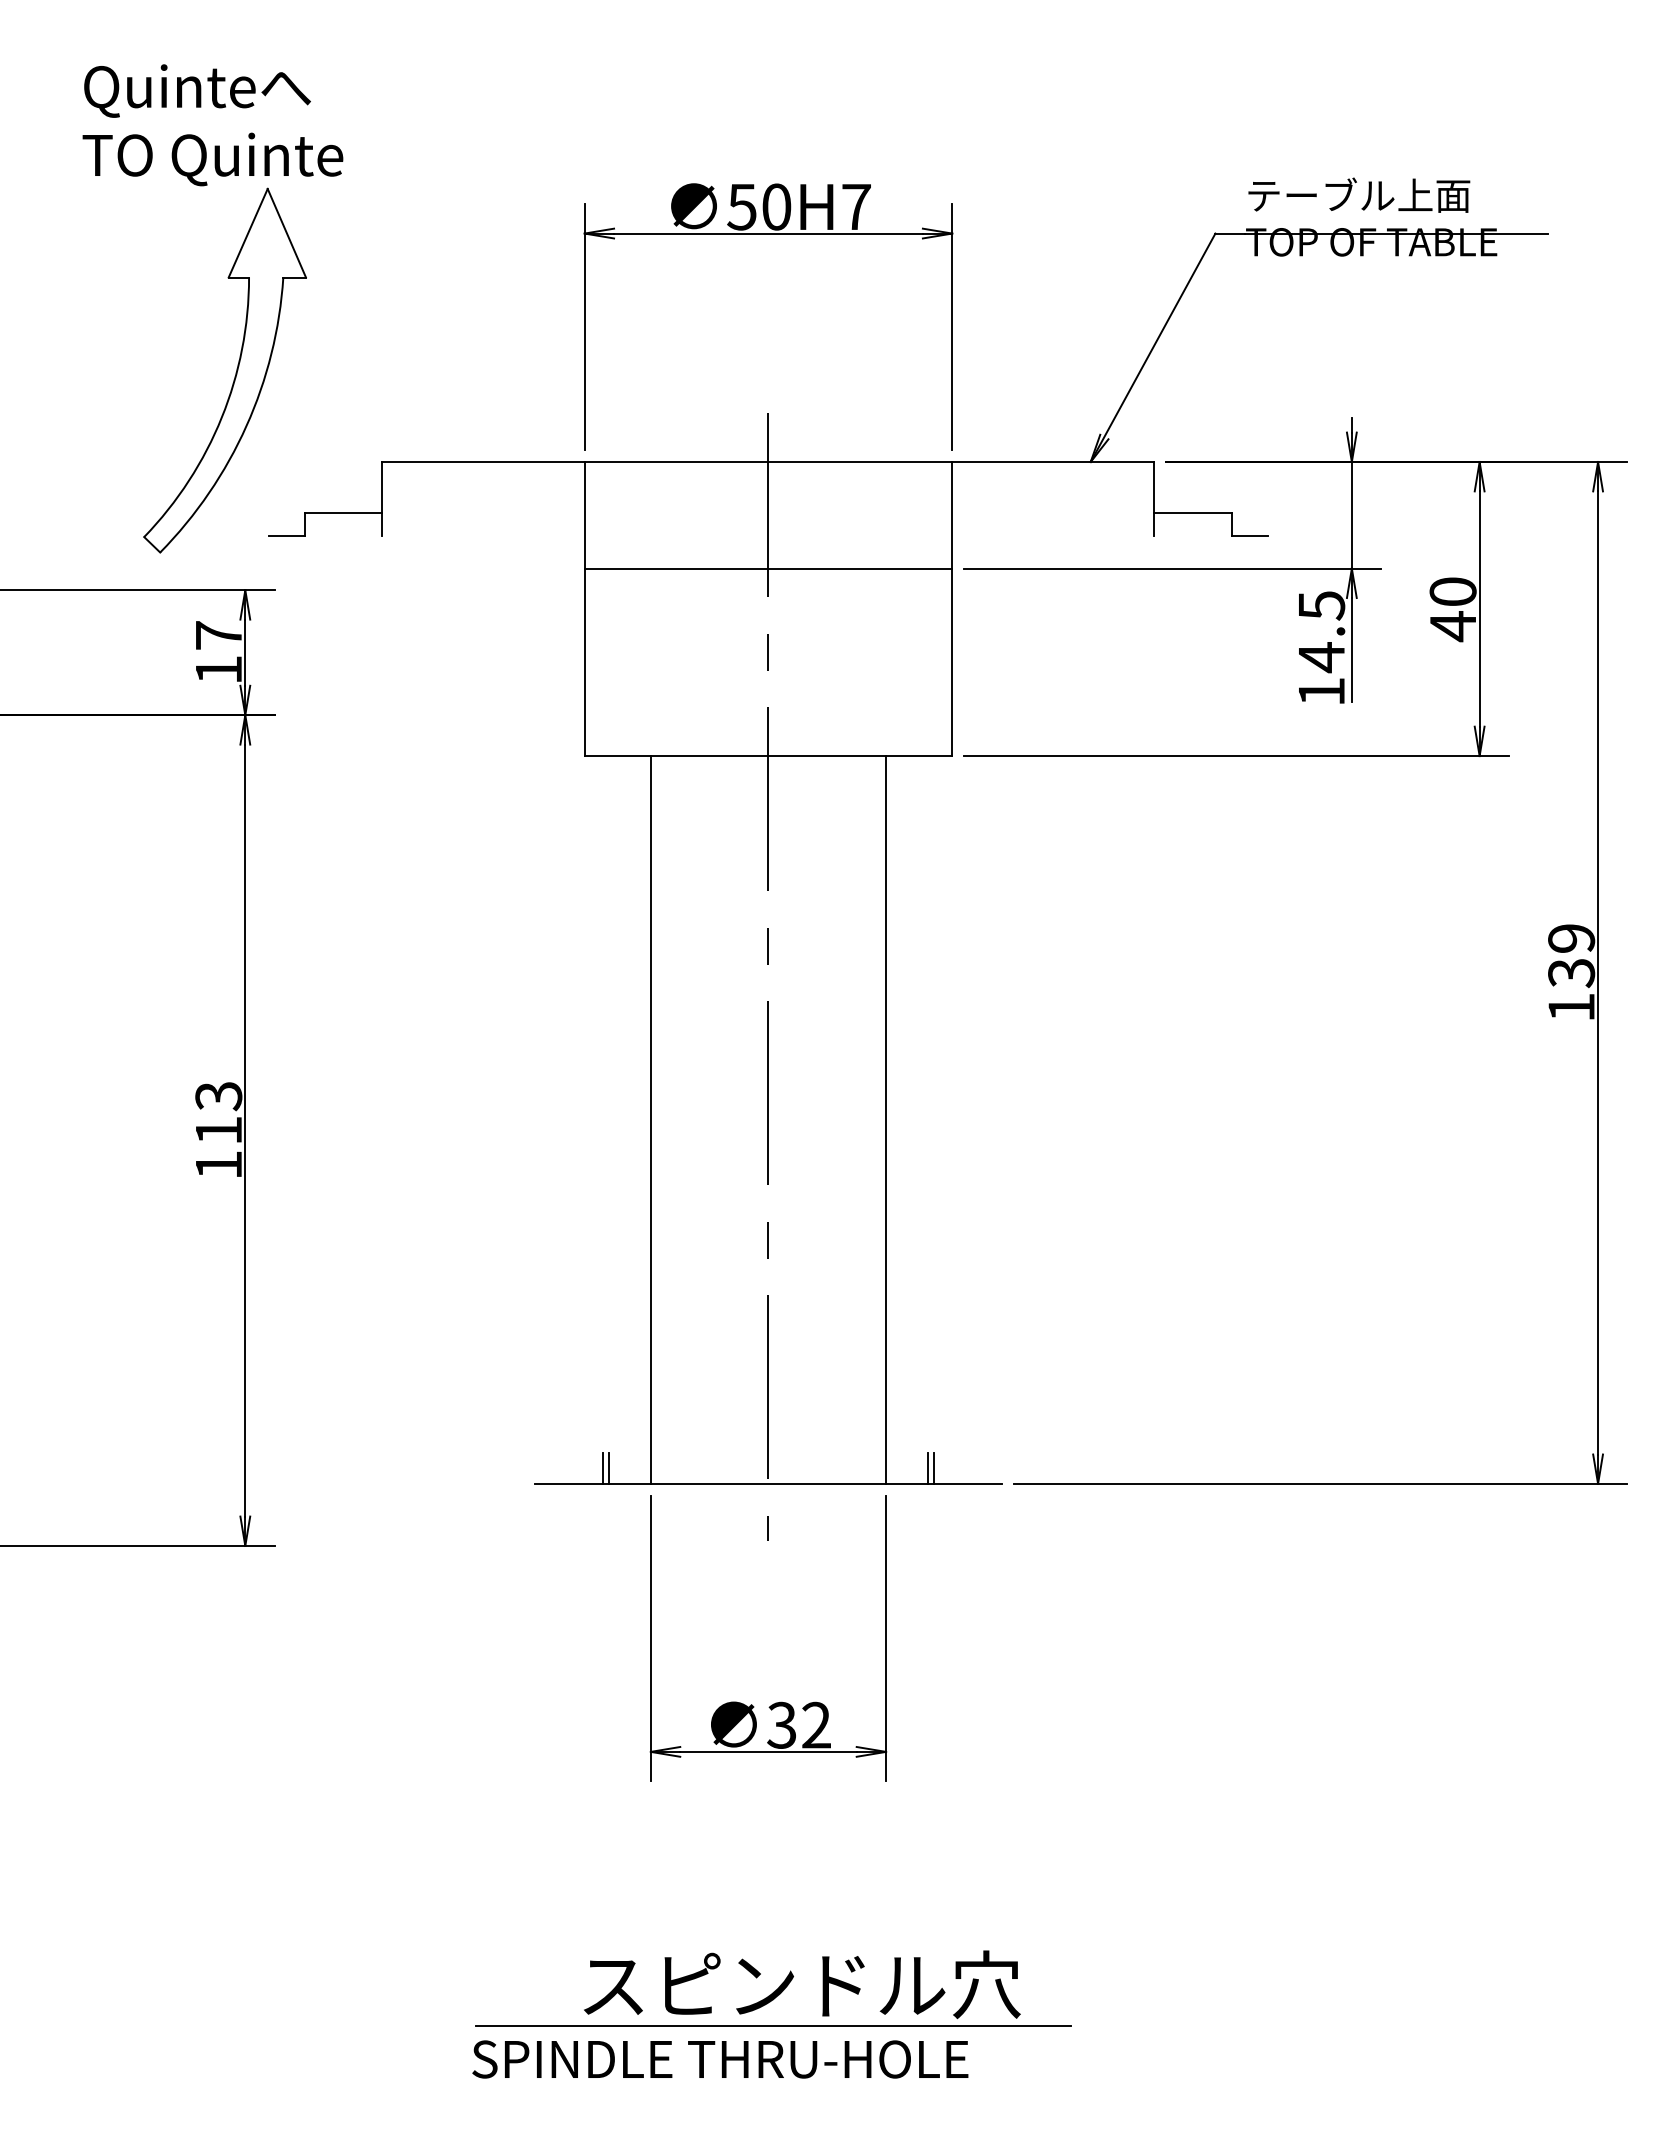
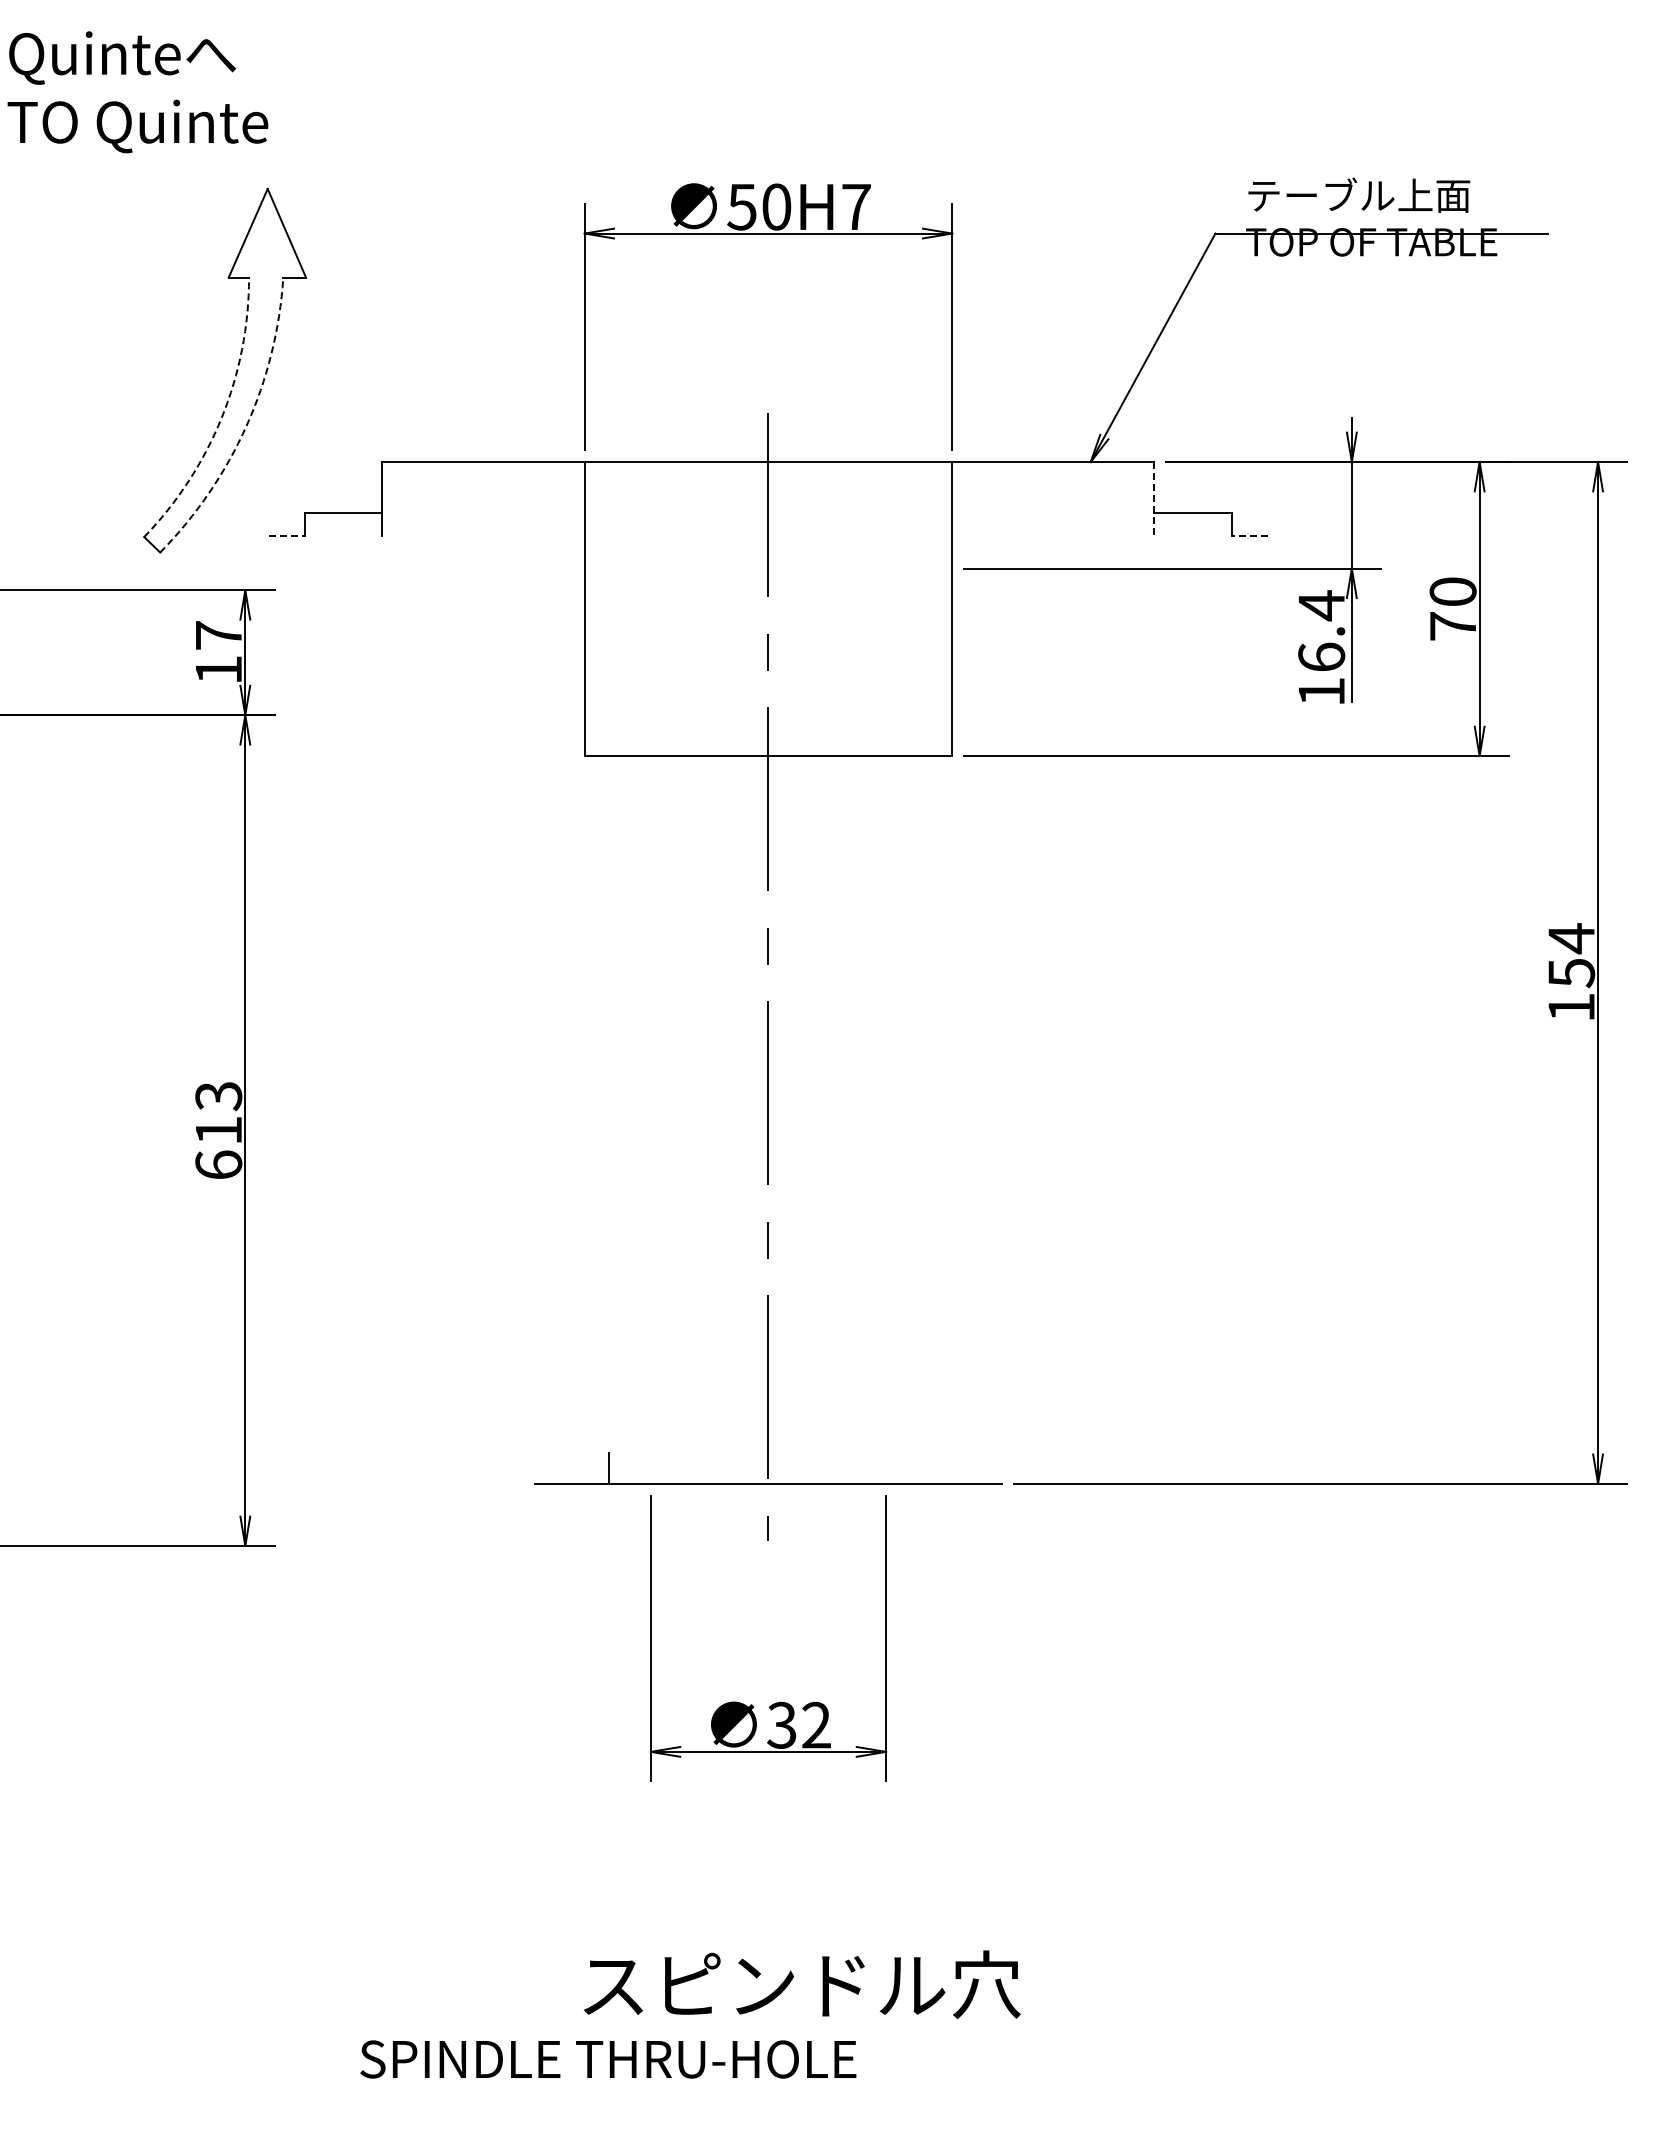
text at (212, 125) position: (212, 125) -> (137, 92)
arc at (221, 417): solid -> dashed
arc at (246, 426): solid -> dashed
line at (1154, 498): solid -> dashed
line at (287, 535): solid -> dashed
line at (1249, 535): solid -> dashed
line at (768, 568): present -> none
text at (1452, 626): 40 -> 70
text at (1321, 631): 14.5 -> 16.4
text at (1571, 955): 139 -> 154
line at (650, 1119): present -> none
line at (886, 1119): present -> none
text at (218, 1164): 113 -> 613
line at (603, 1468): present -> none
line at (927, 1468): present -> none
line at (933, 1468): present -> none
line at (773, 2026): present -> none
text at (720, 2059) position: (720, 2059) -> (608, 2059)
